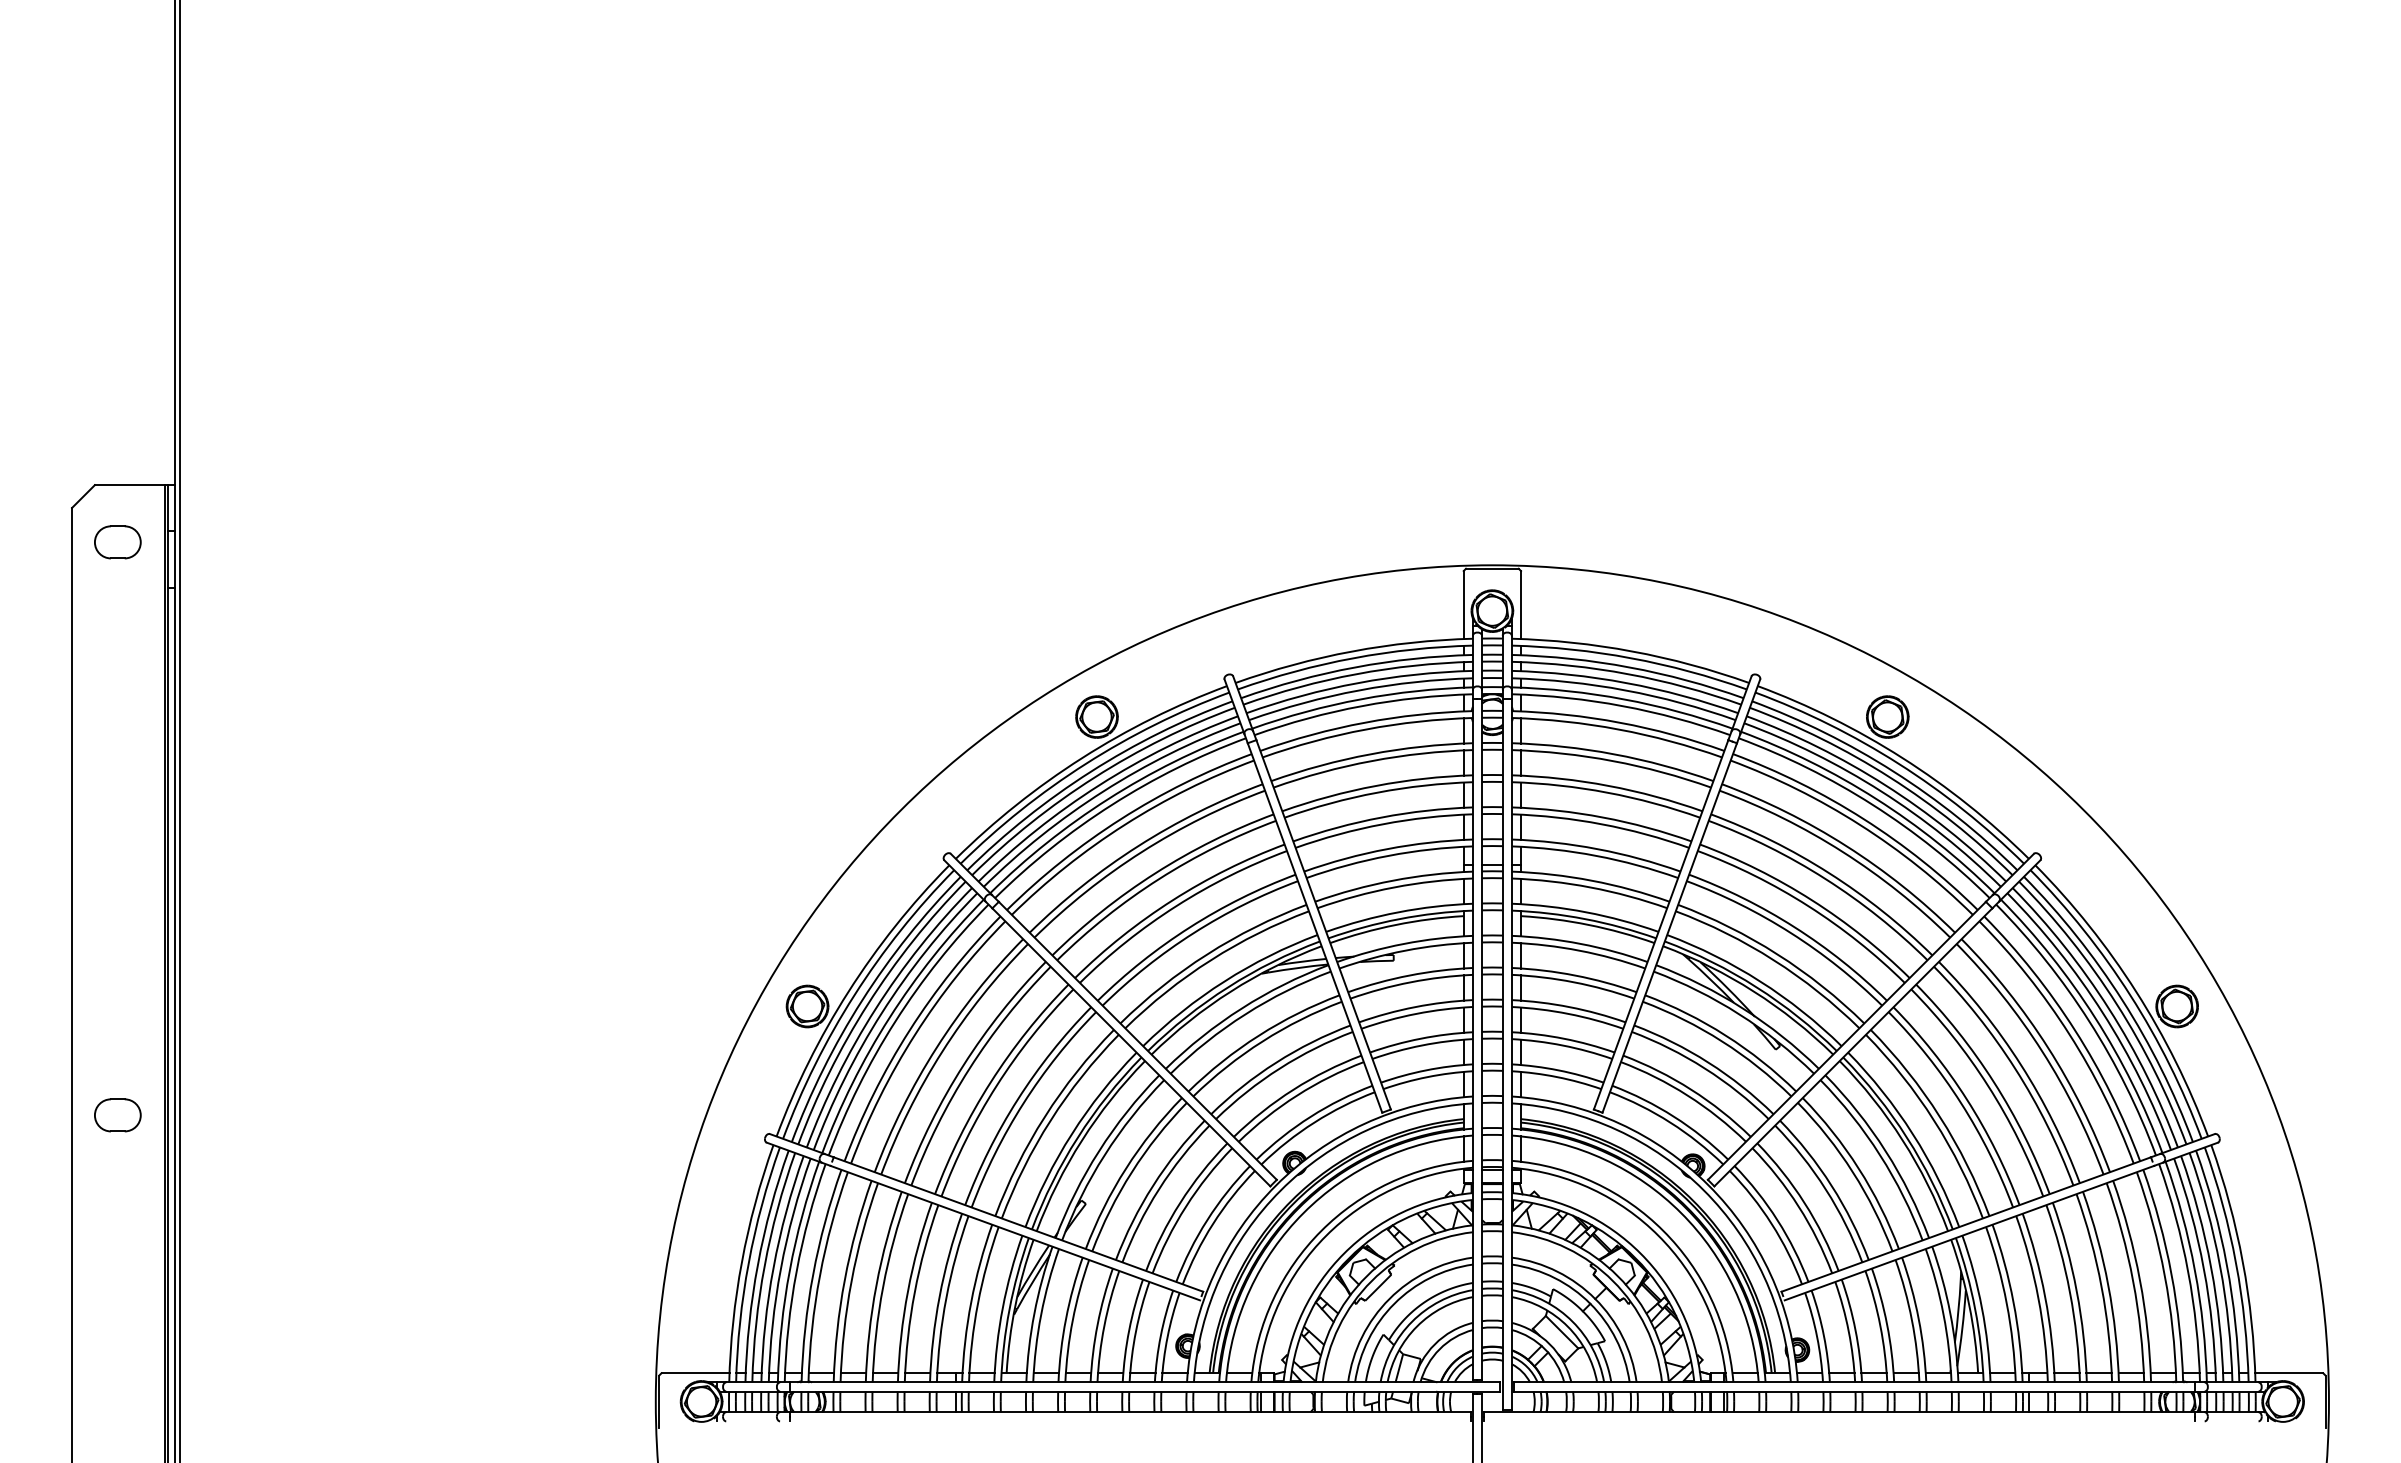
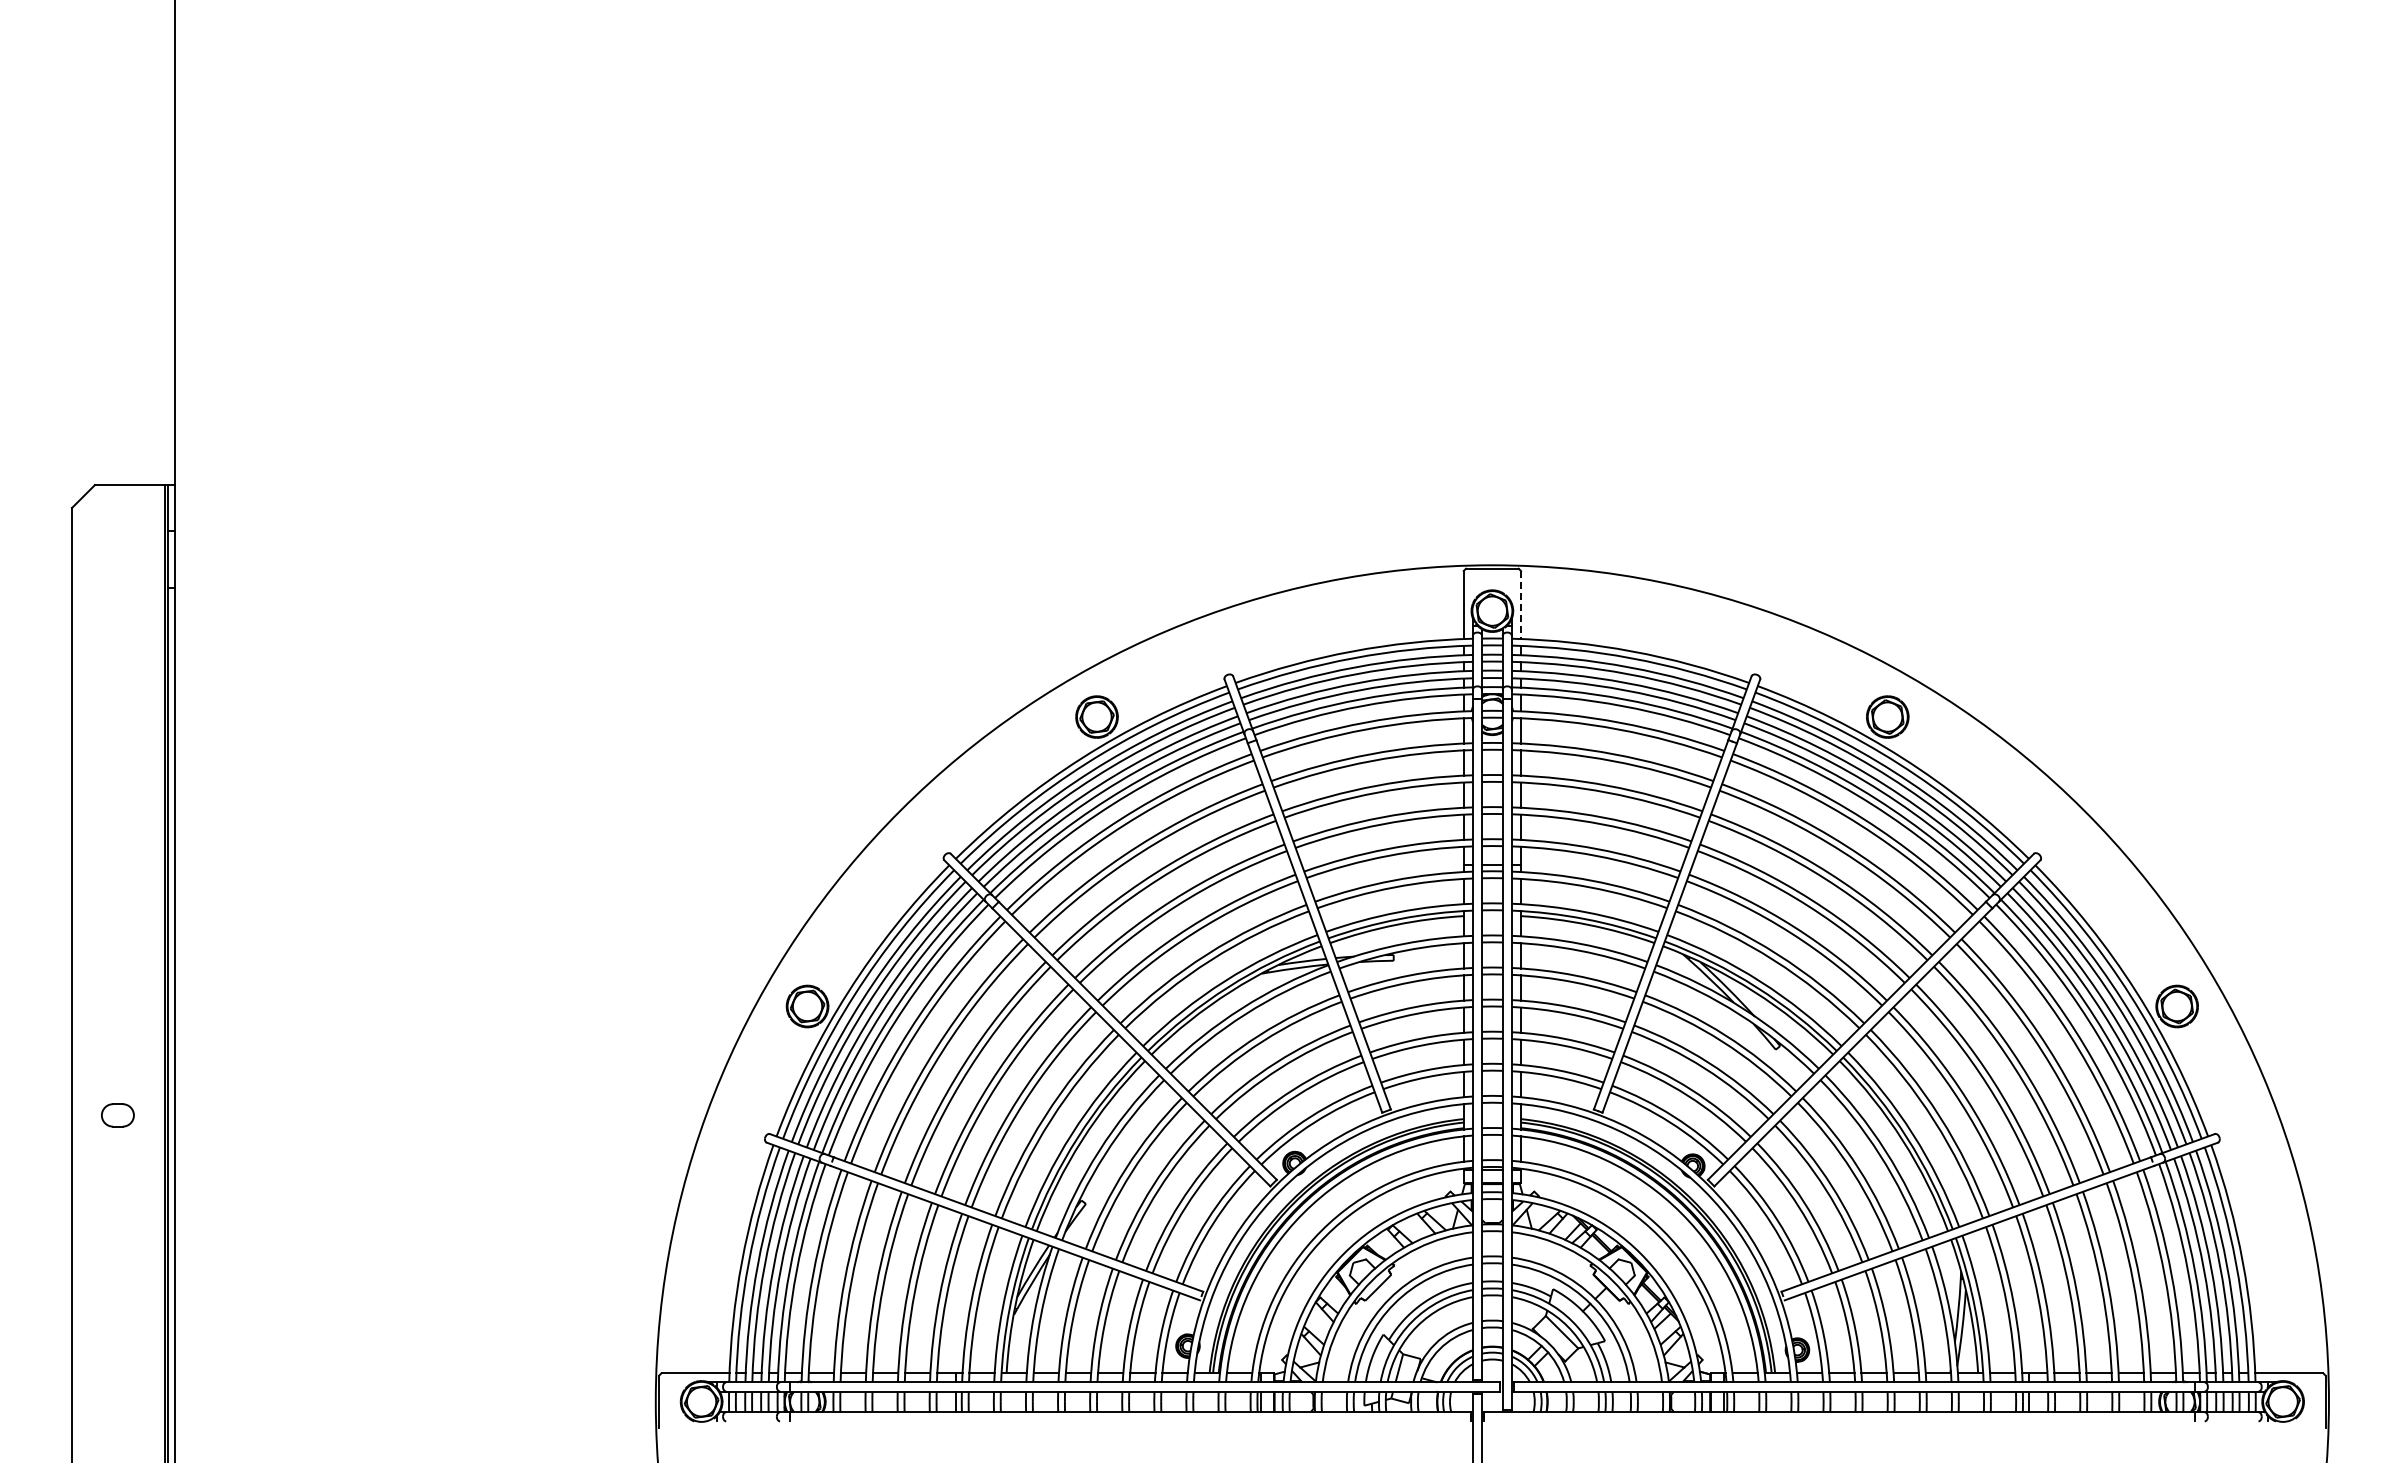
part at (117, 542): present -> none
line at (1521, 605): solid -> dashed
line at (180, 730): present -> none
part at (117, 1115) size: 48x35 px -> 34x25 px
